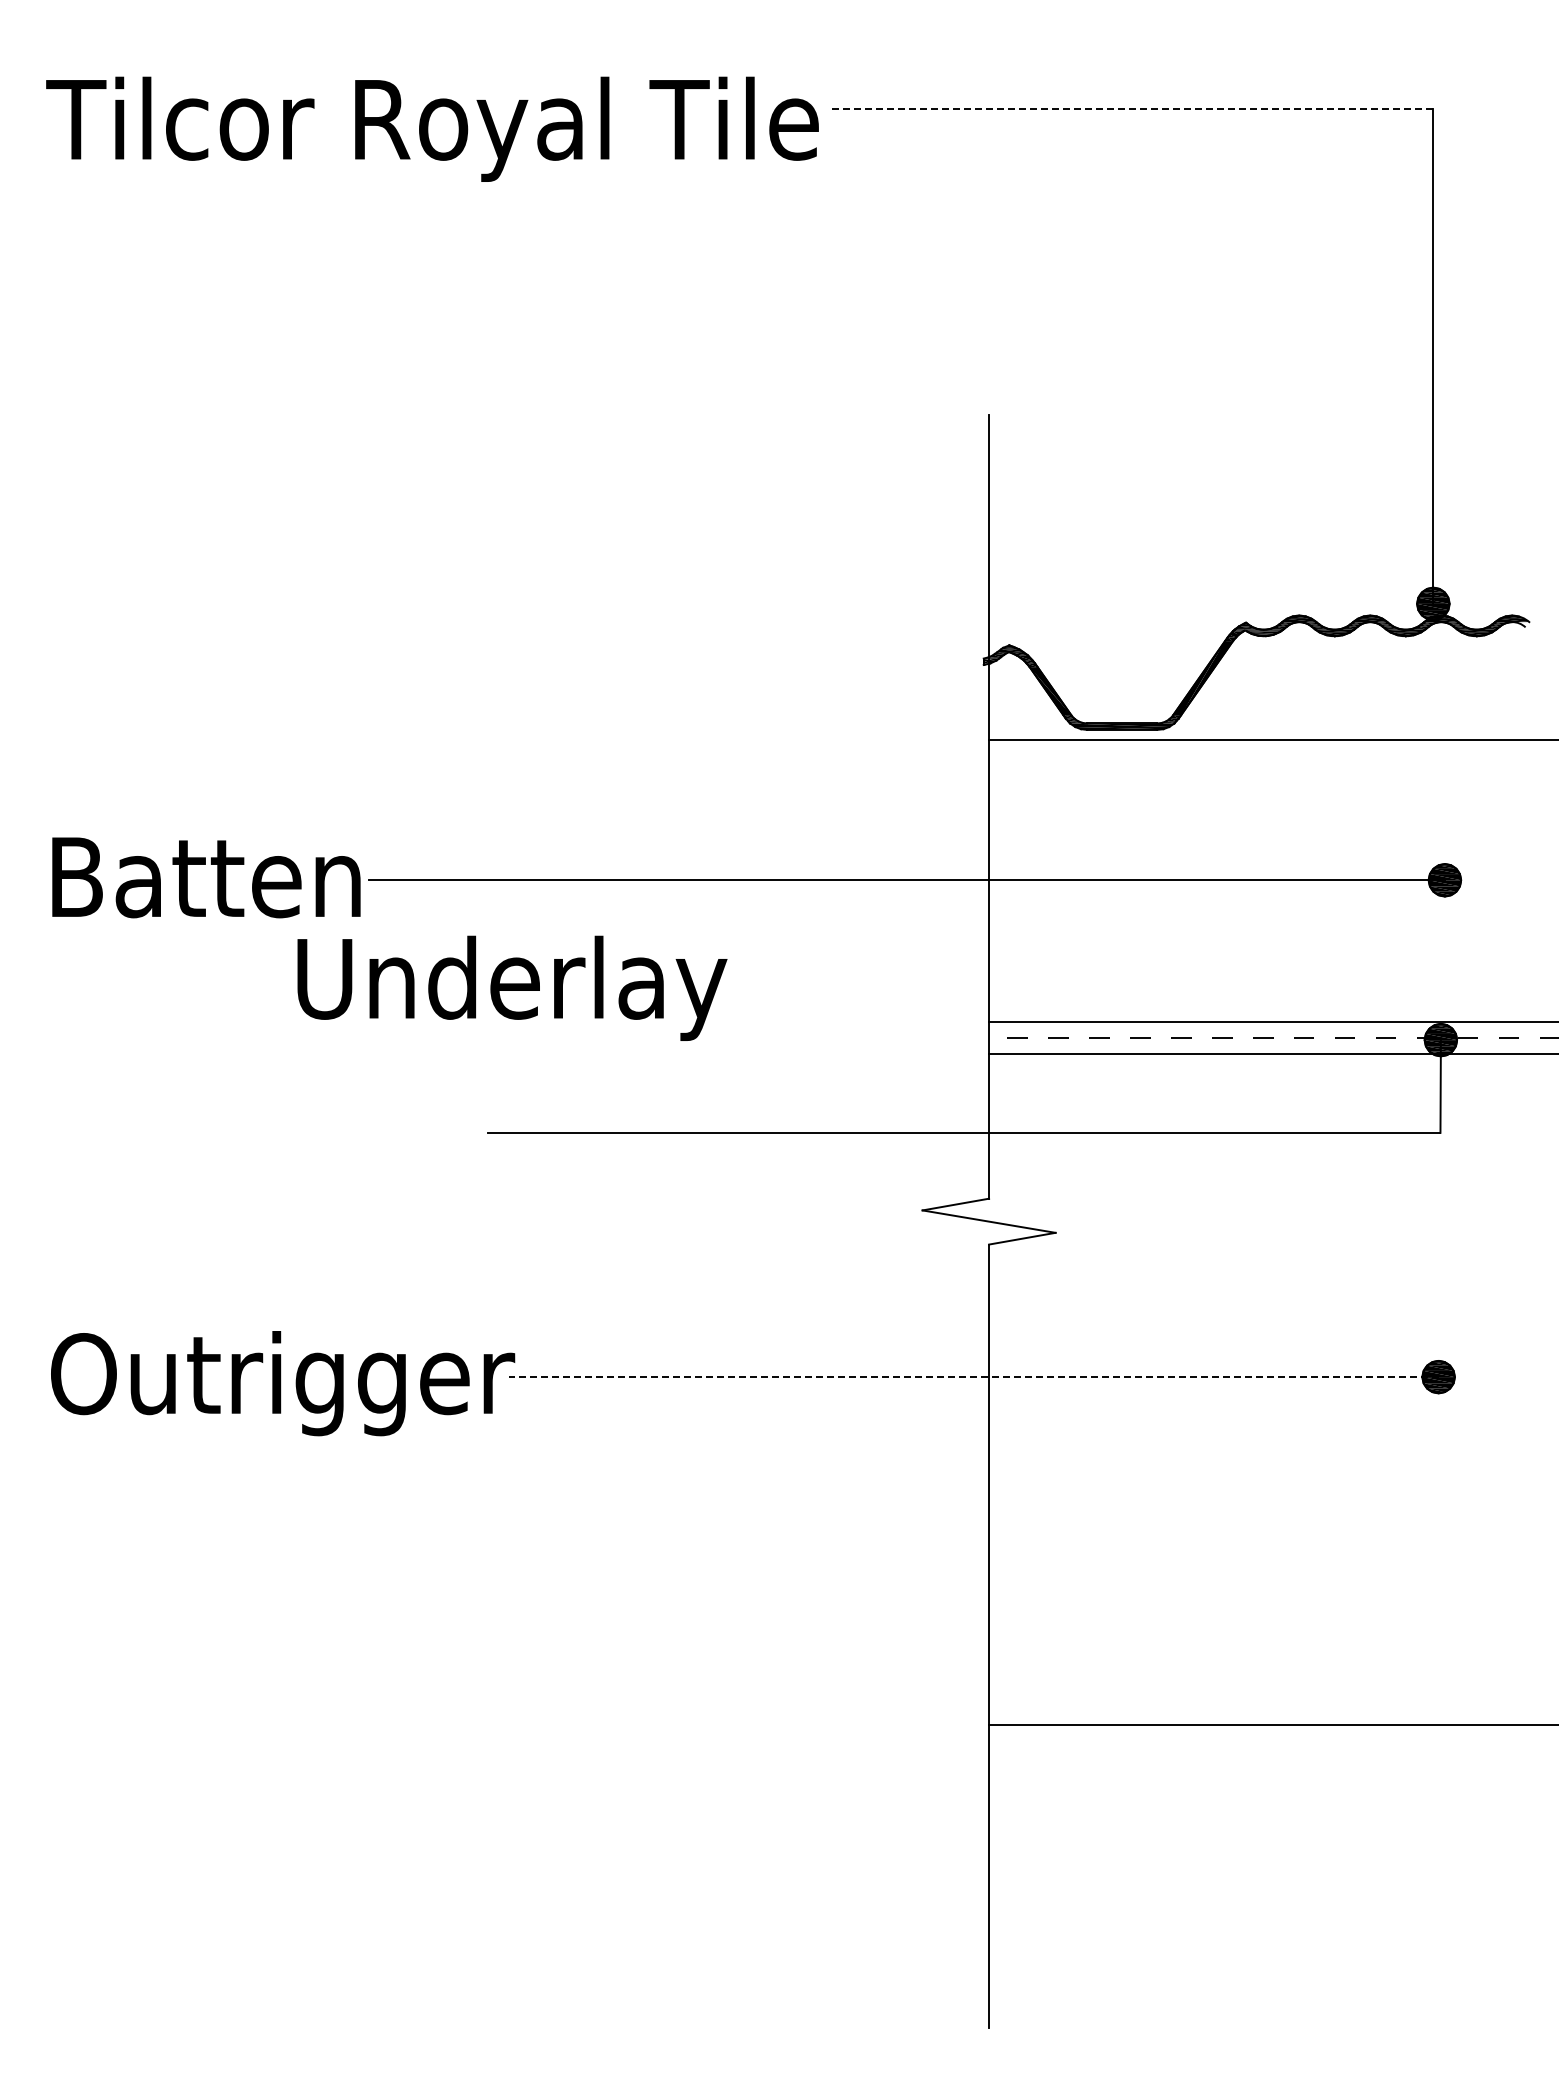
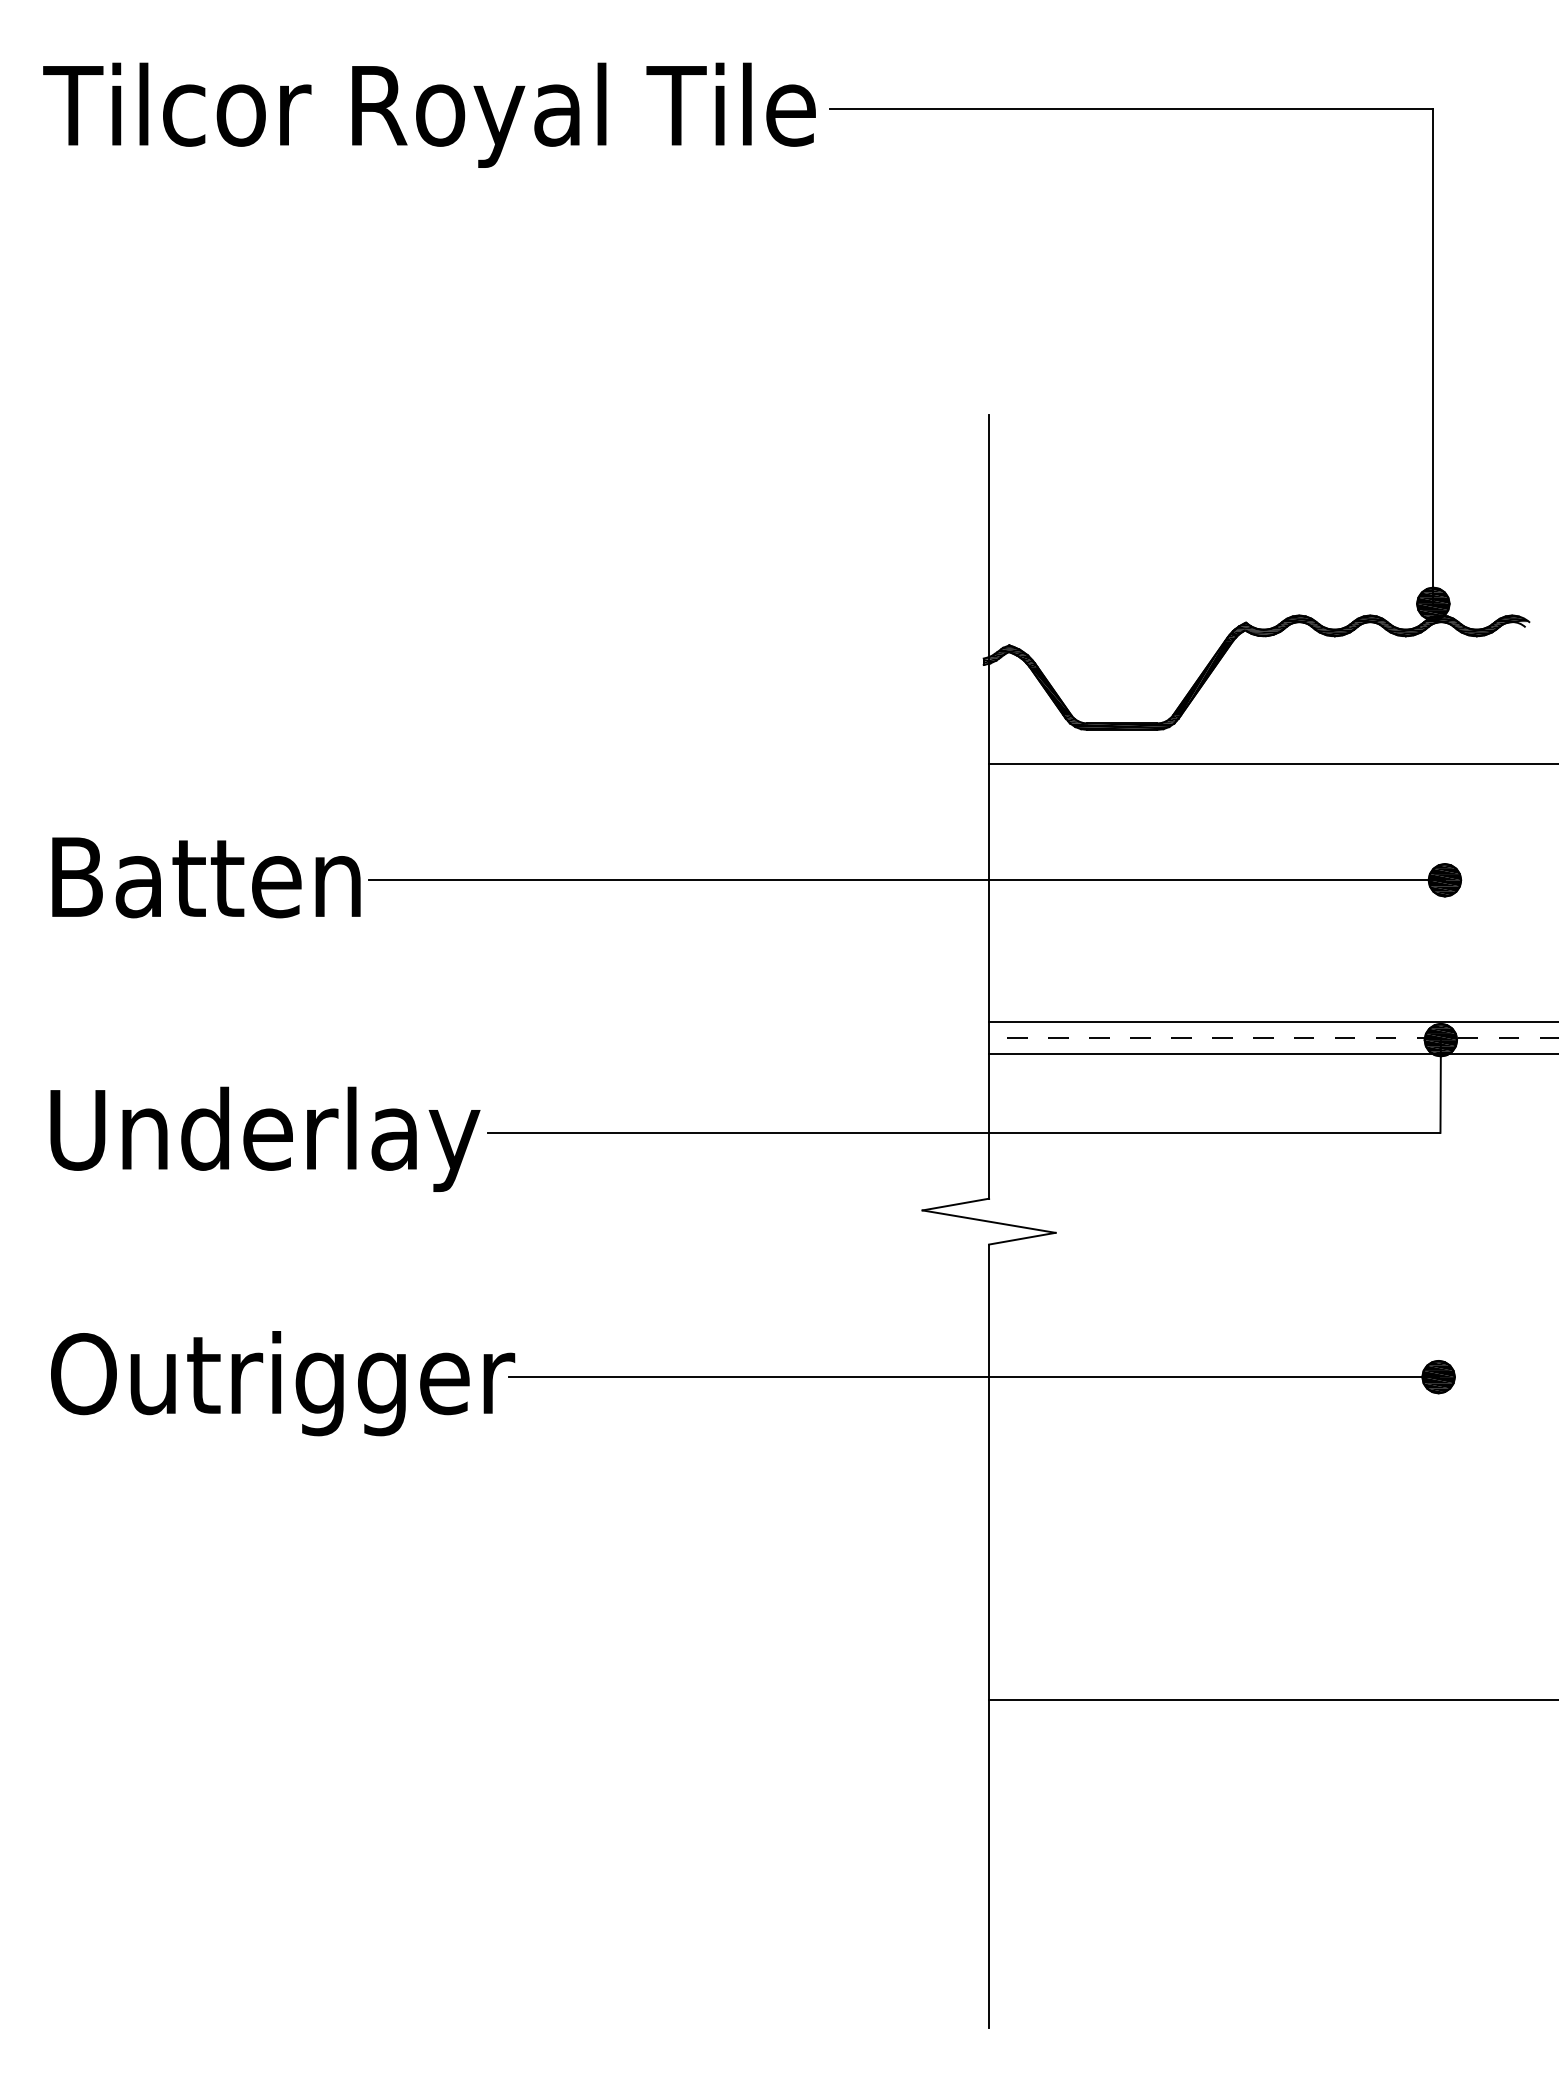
line at (1131, 108): dashed -> solid
text at (432, 128) position: (432, 128) -> (429, 114)
line at (1272, 740) position: (1272, 740) -> (1272, 764)
text at (512, 987) position: (512, 987) -> (265, 1138)
line at (973, 1377): dashed -> solid
line at (1272, 1724) position: (1272, 1724) -> (1272, 1699)
